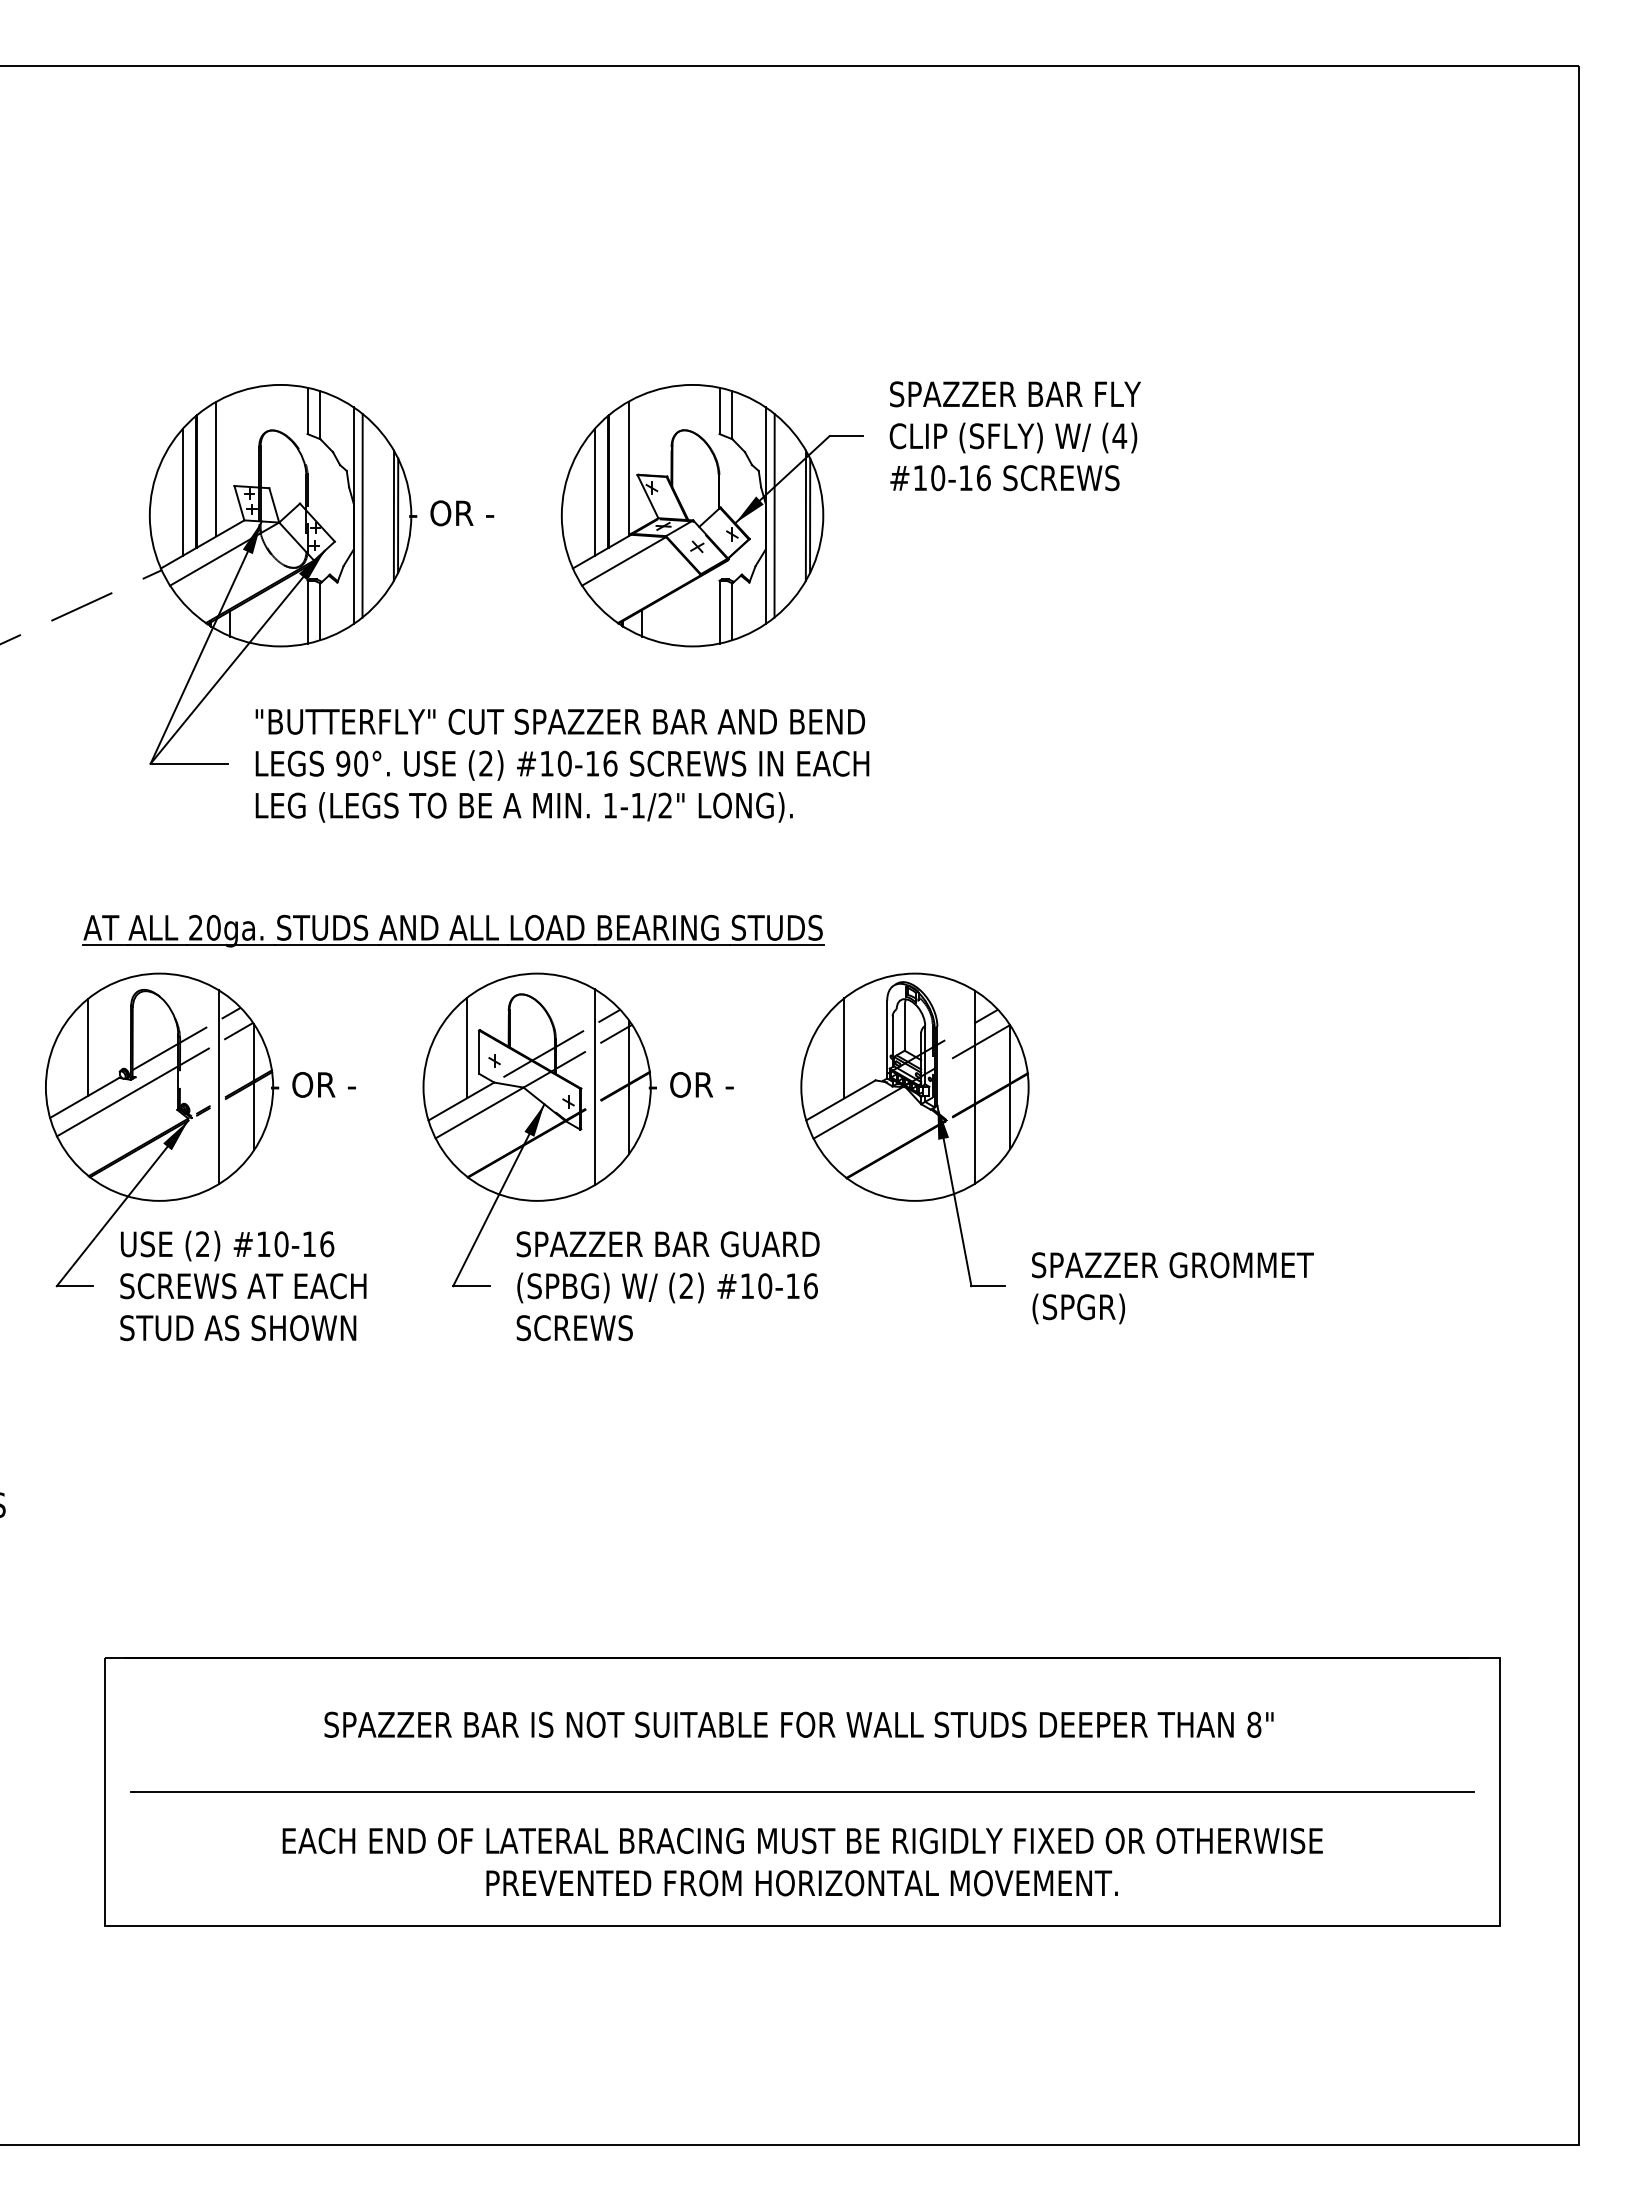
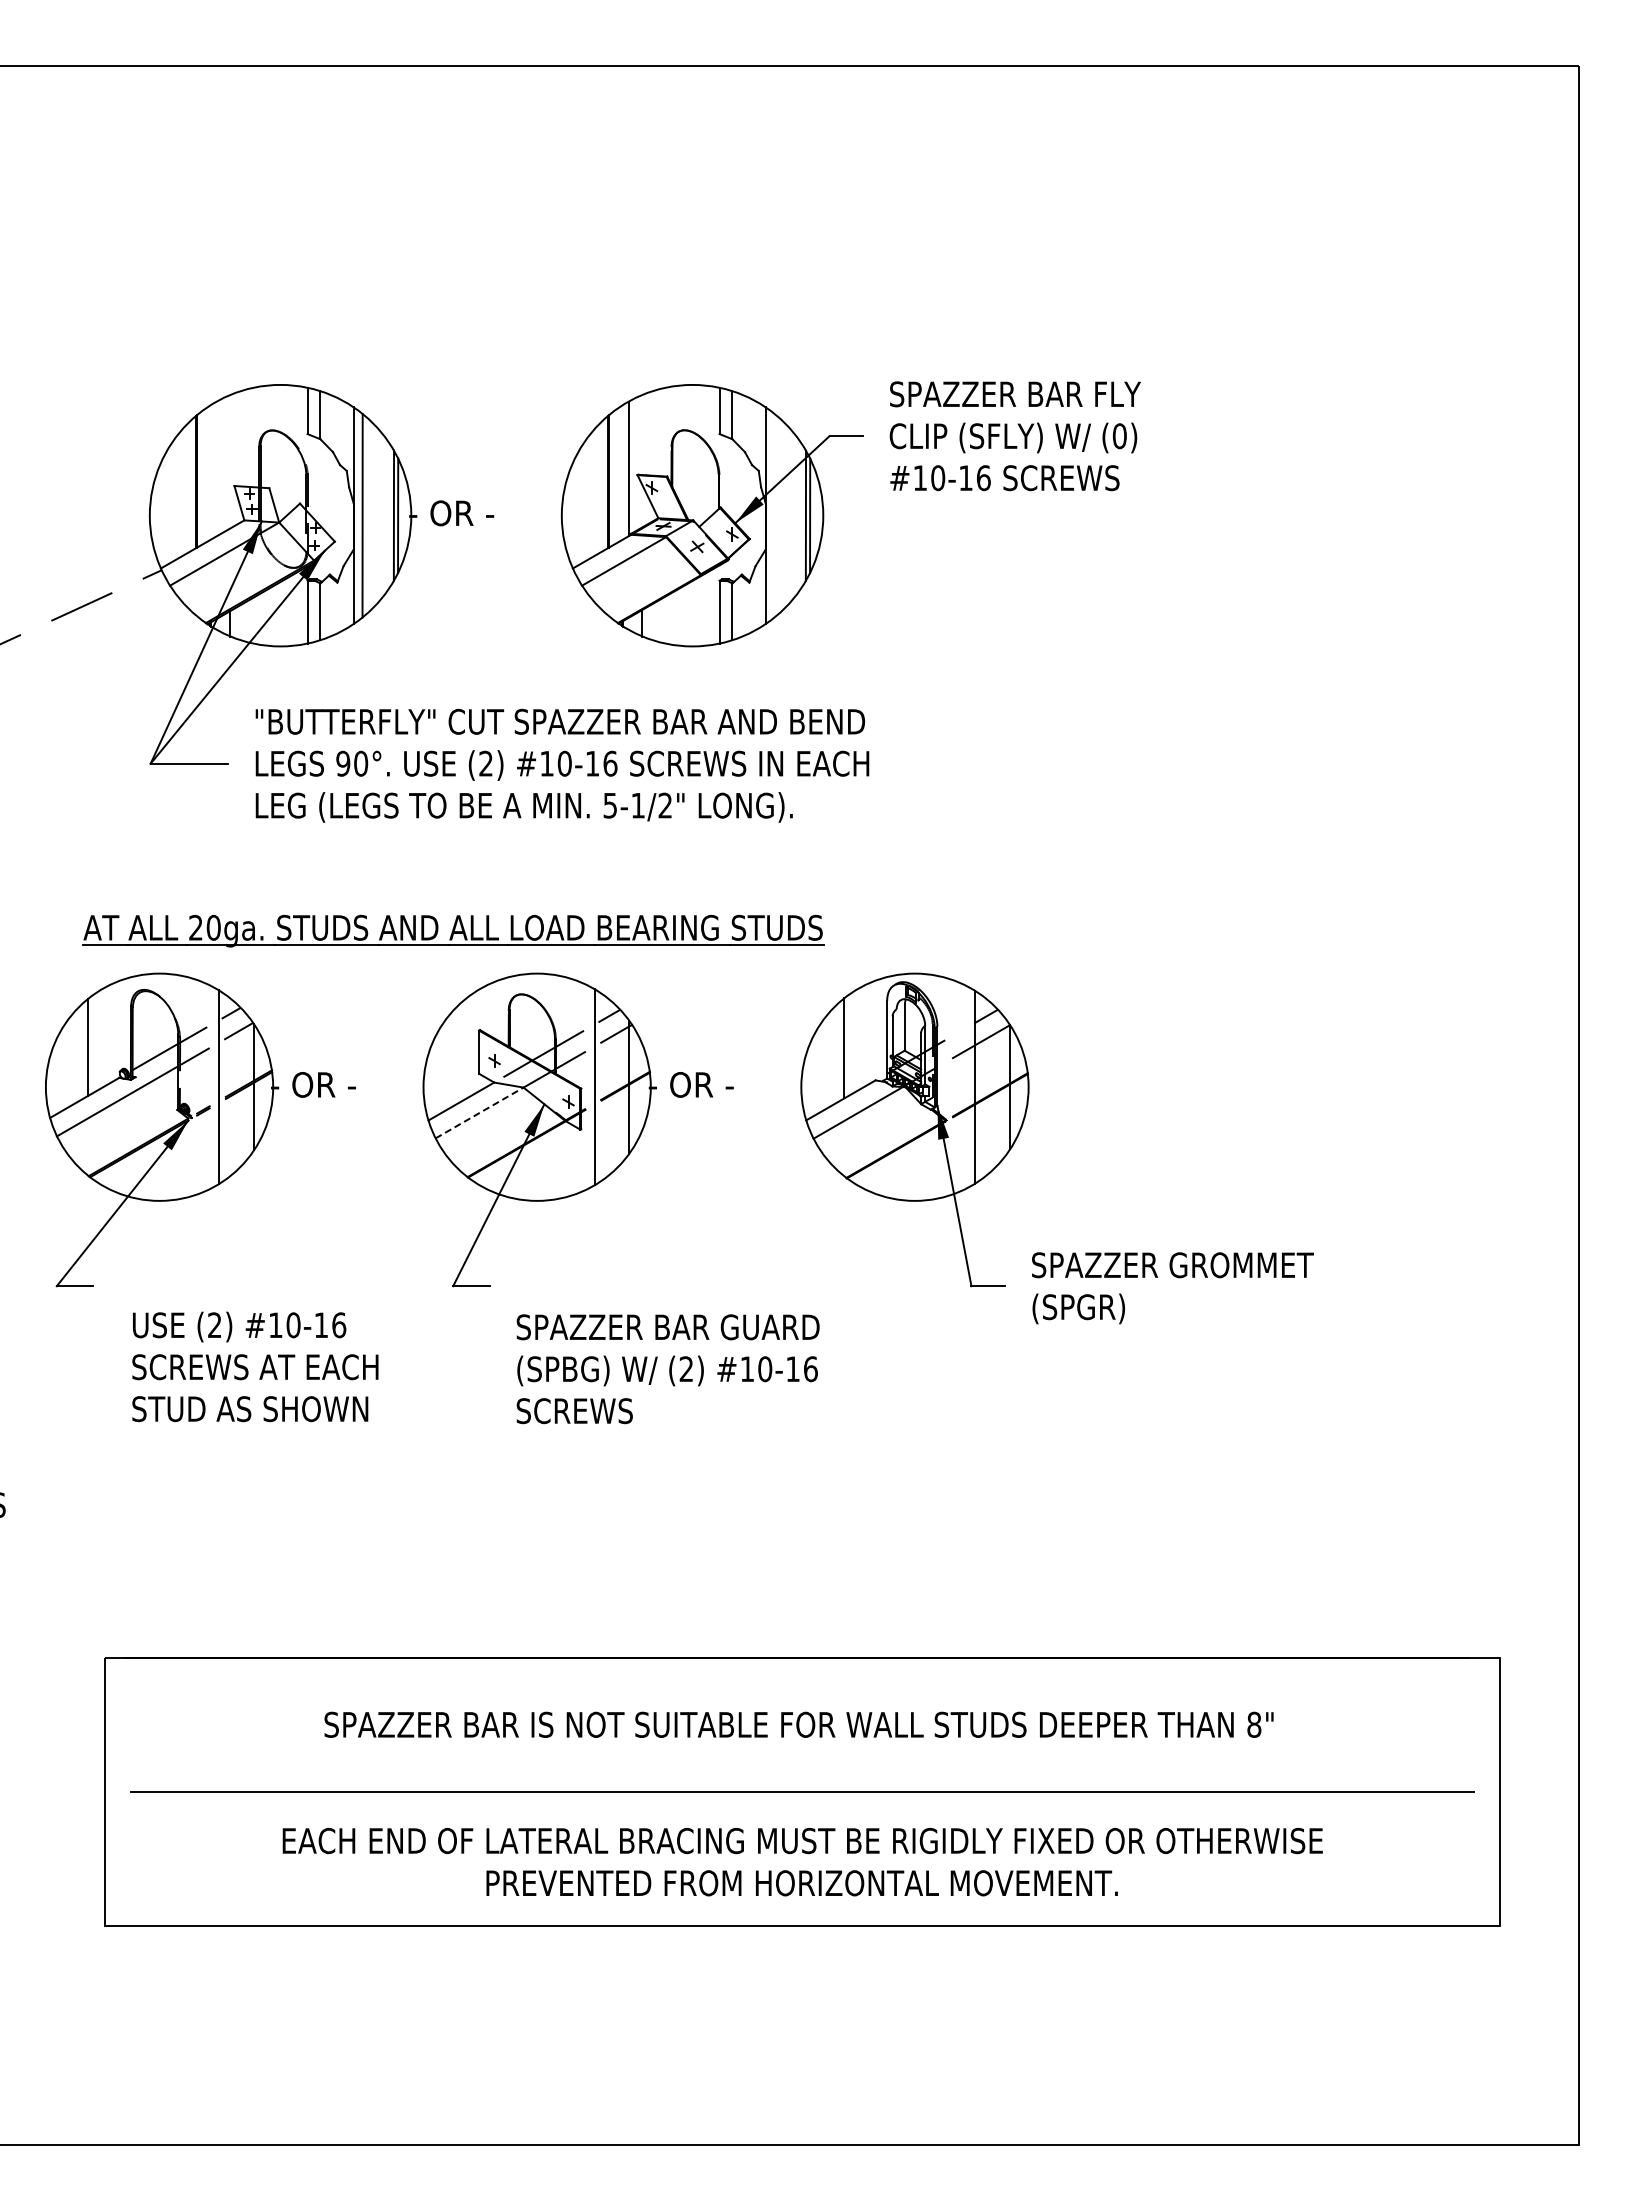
text at (1119, 436): (4) -> (0)
line at (216, 468): present -> none
line at (183, 491): present -> none
line at (595, 491): present -> none
line at (774, 515): present -> none
text at (609, 805): 1-1/2" -> 5-1/2"
line at (466, 1048): present -> none
line at (479, 1112): solid -> dashed
text at (243, 1285) position: (243, 1285) -> (255, 1366)
text at (667, 1286) position: (667, 1286) -> (667, 1369)
